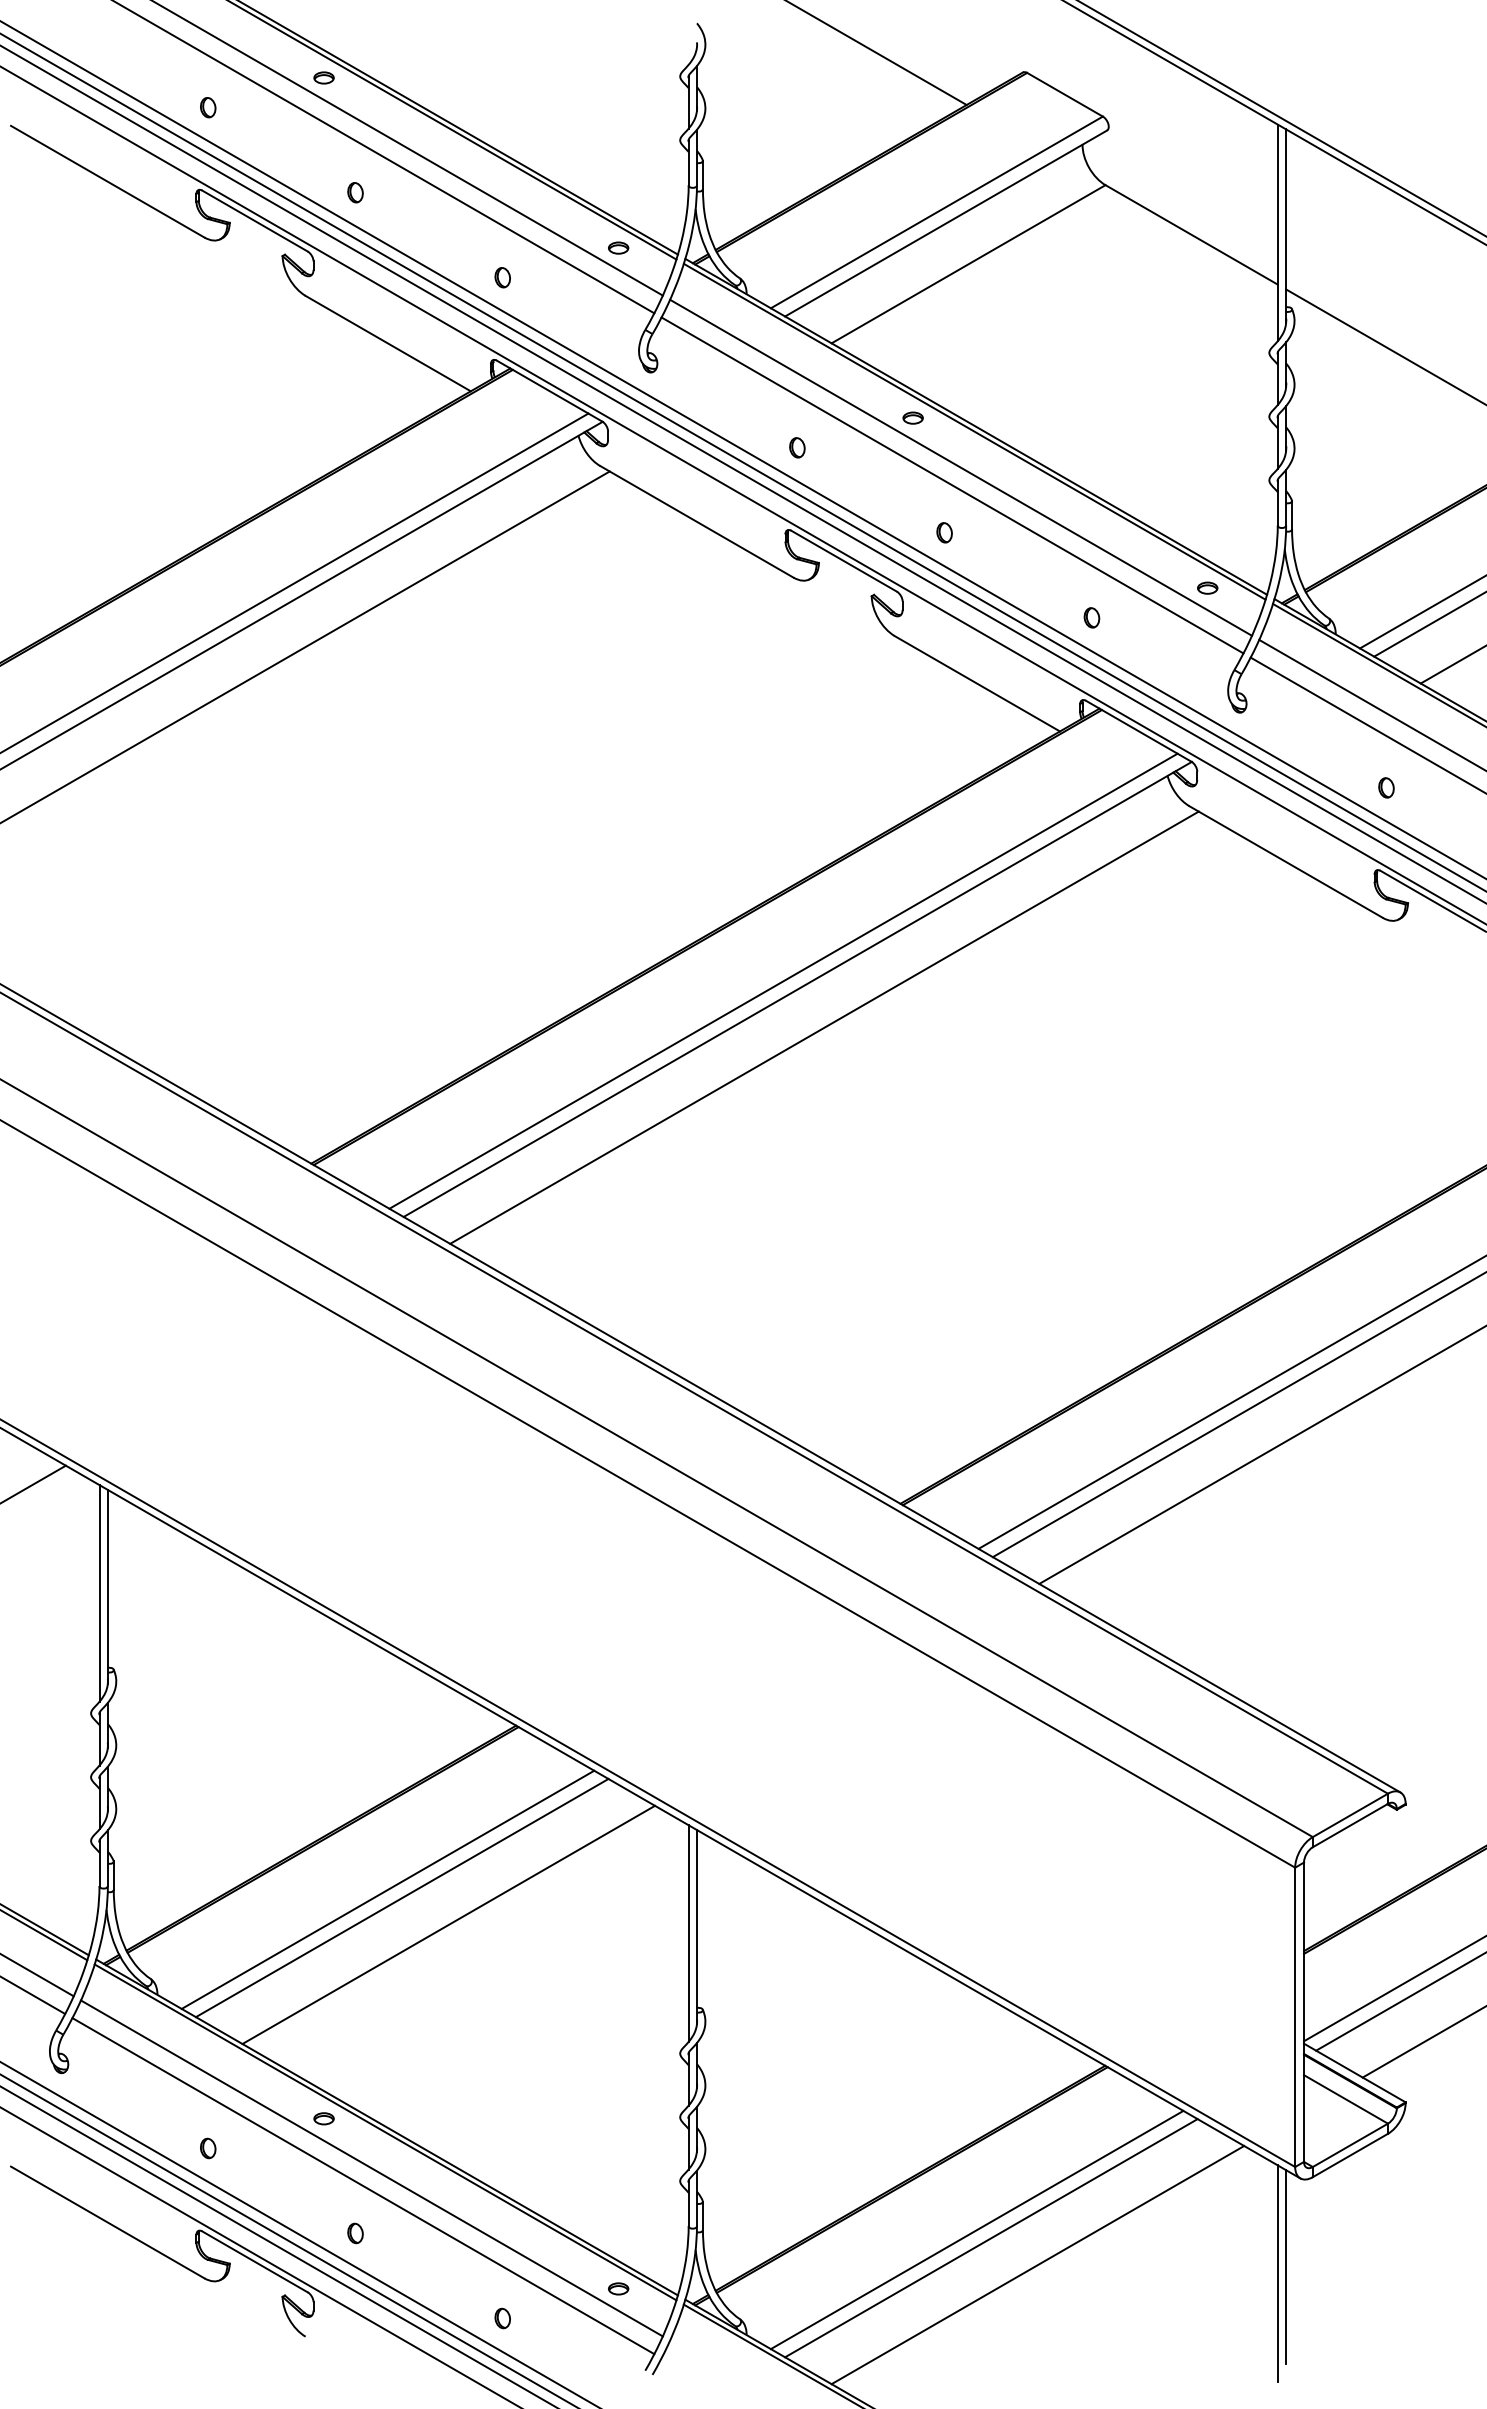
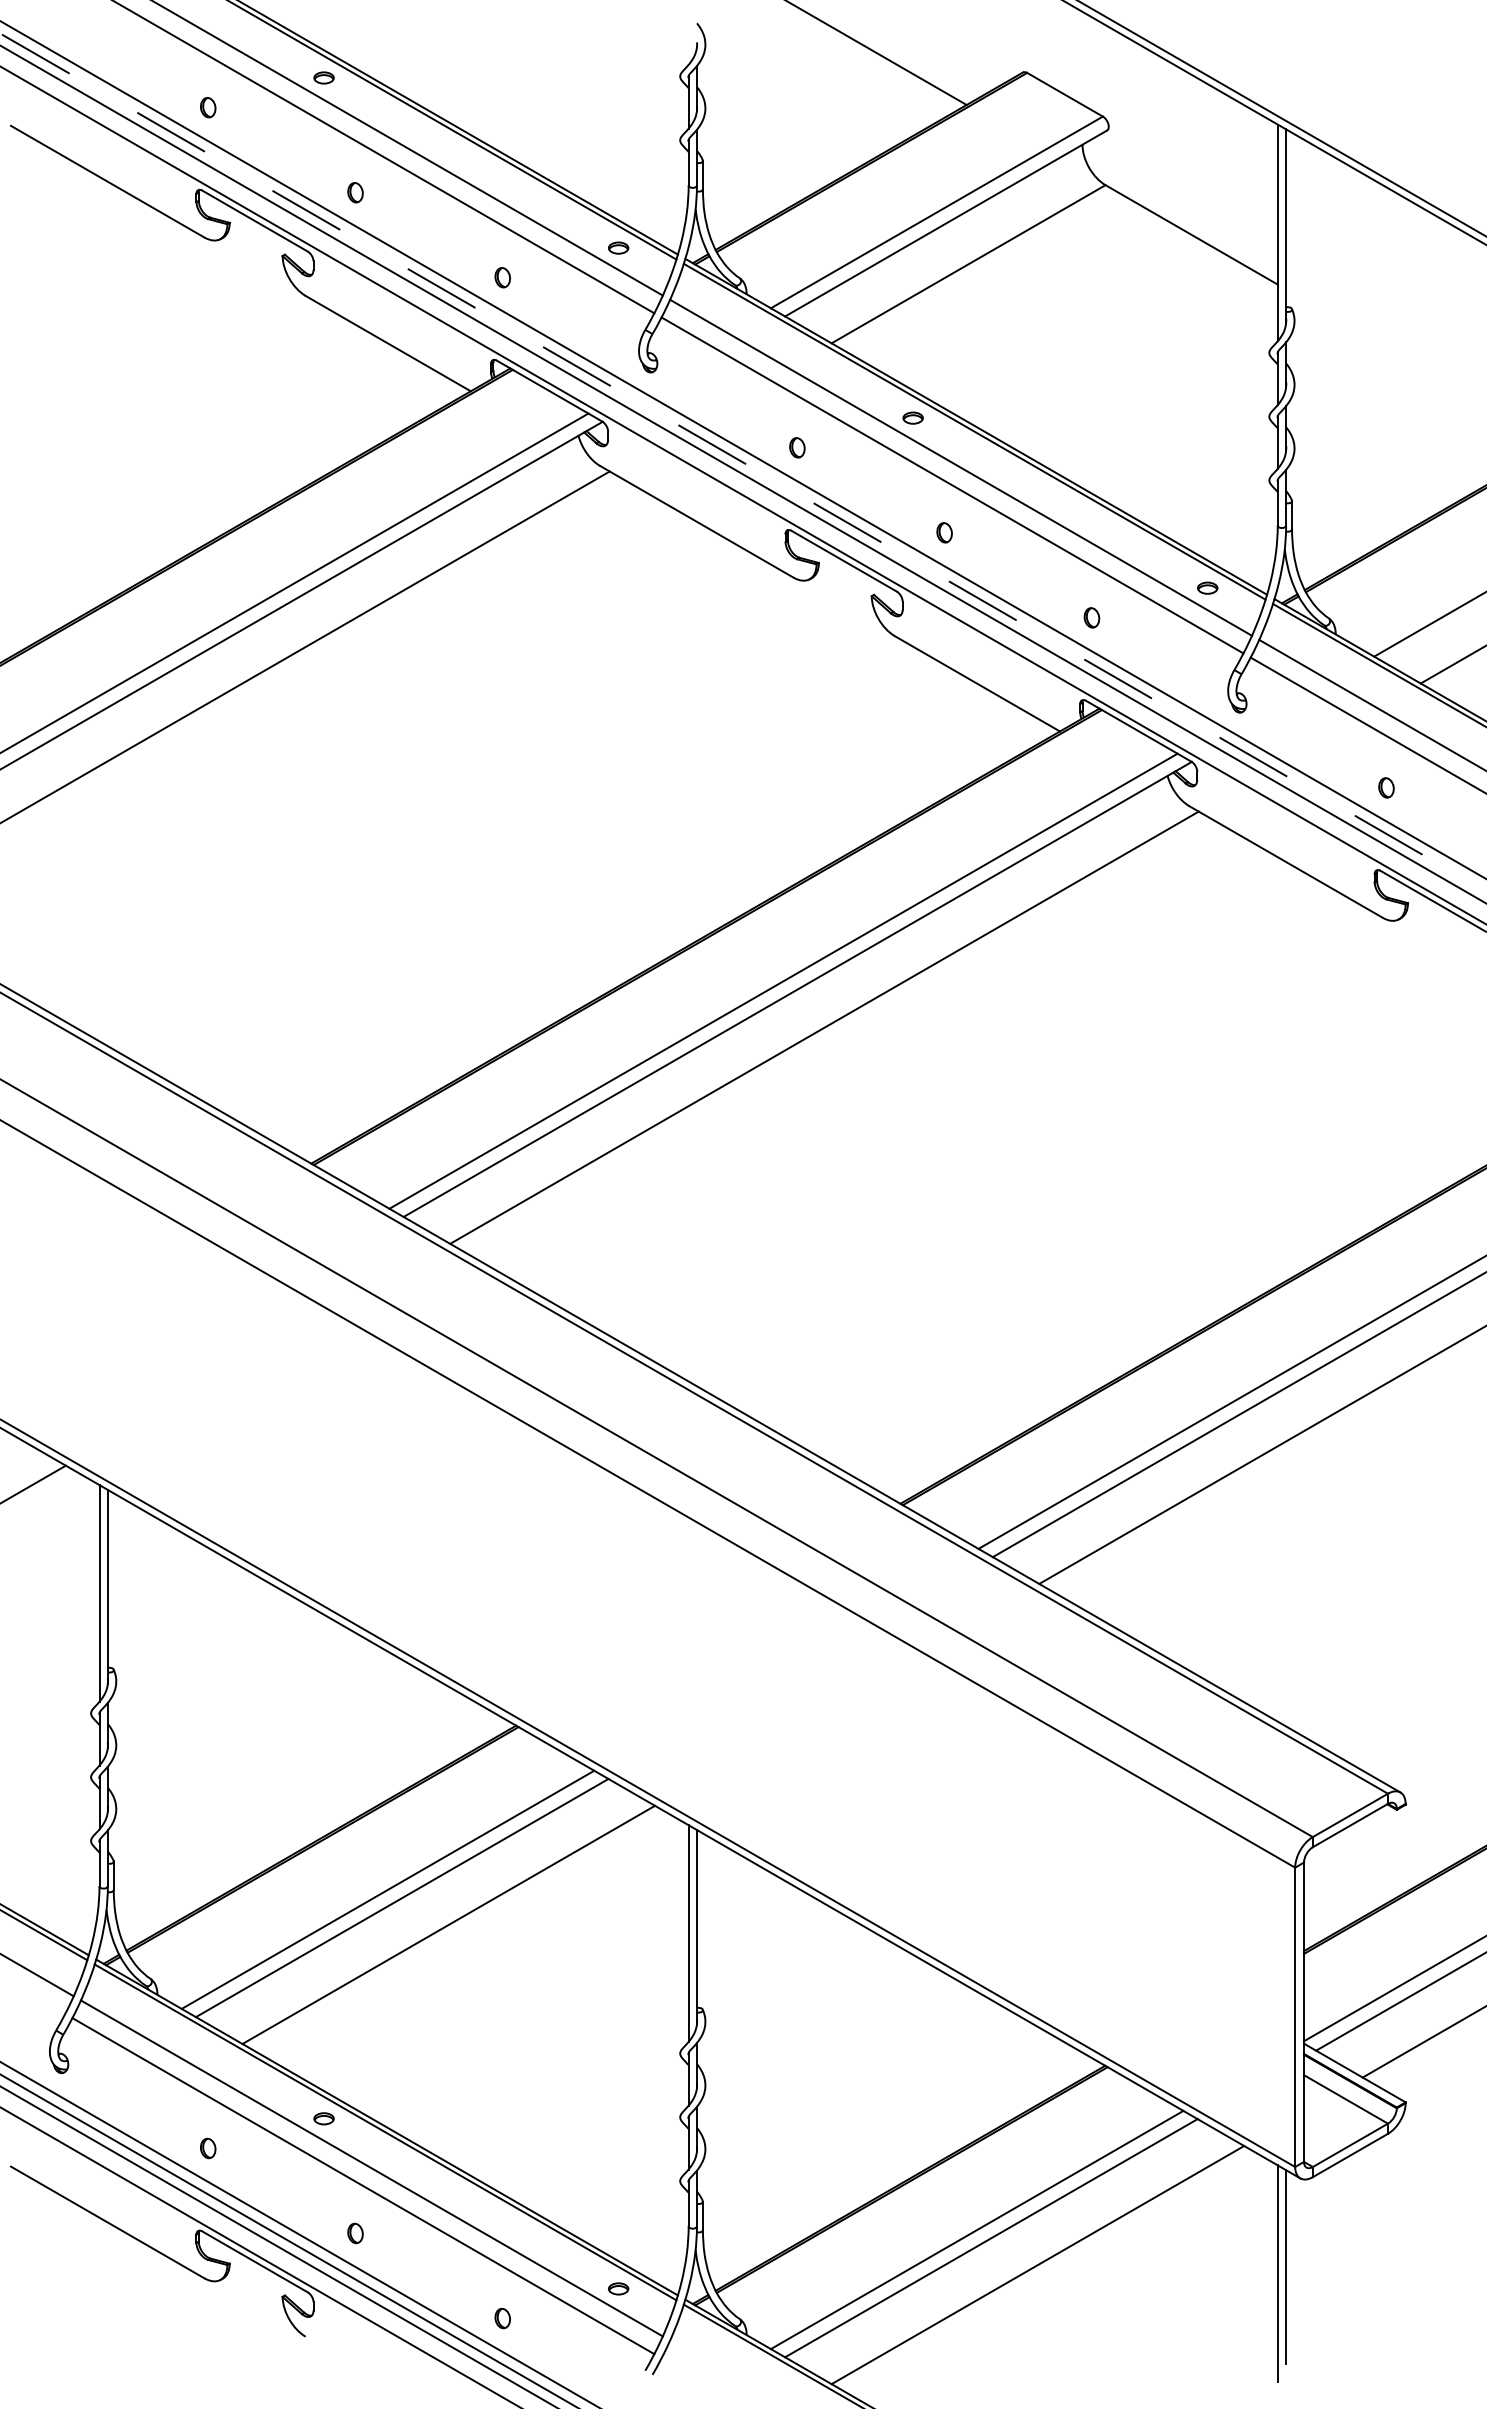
line at (1384, 346): present -> none
line at (743, 462): solid -> dashed
line at (1421, 612): present -> none
line at (33, 1995): present -> none
